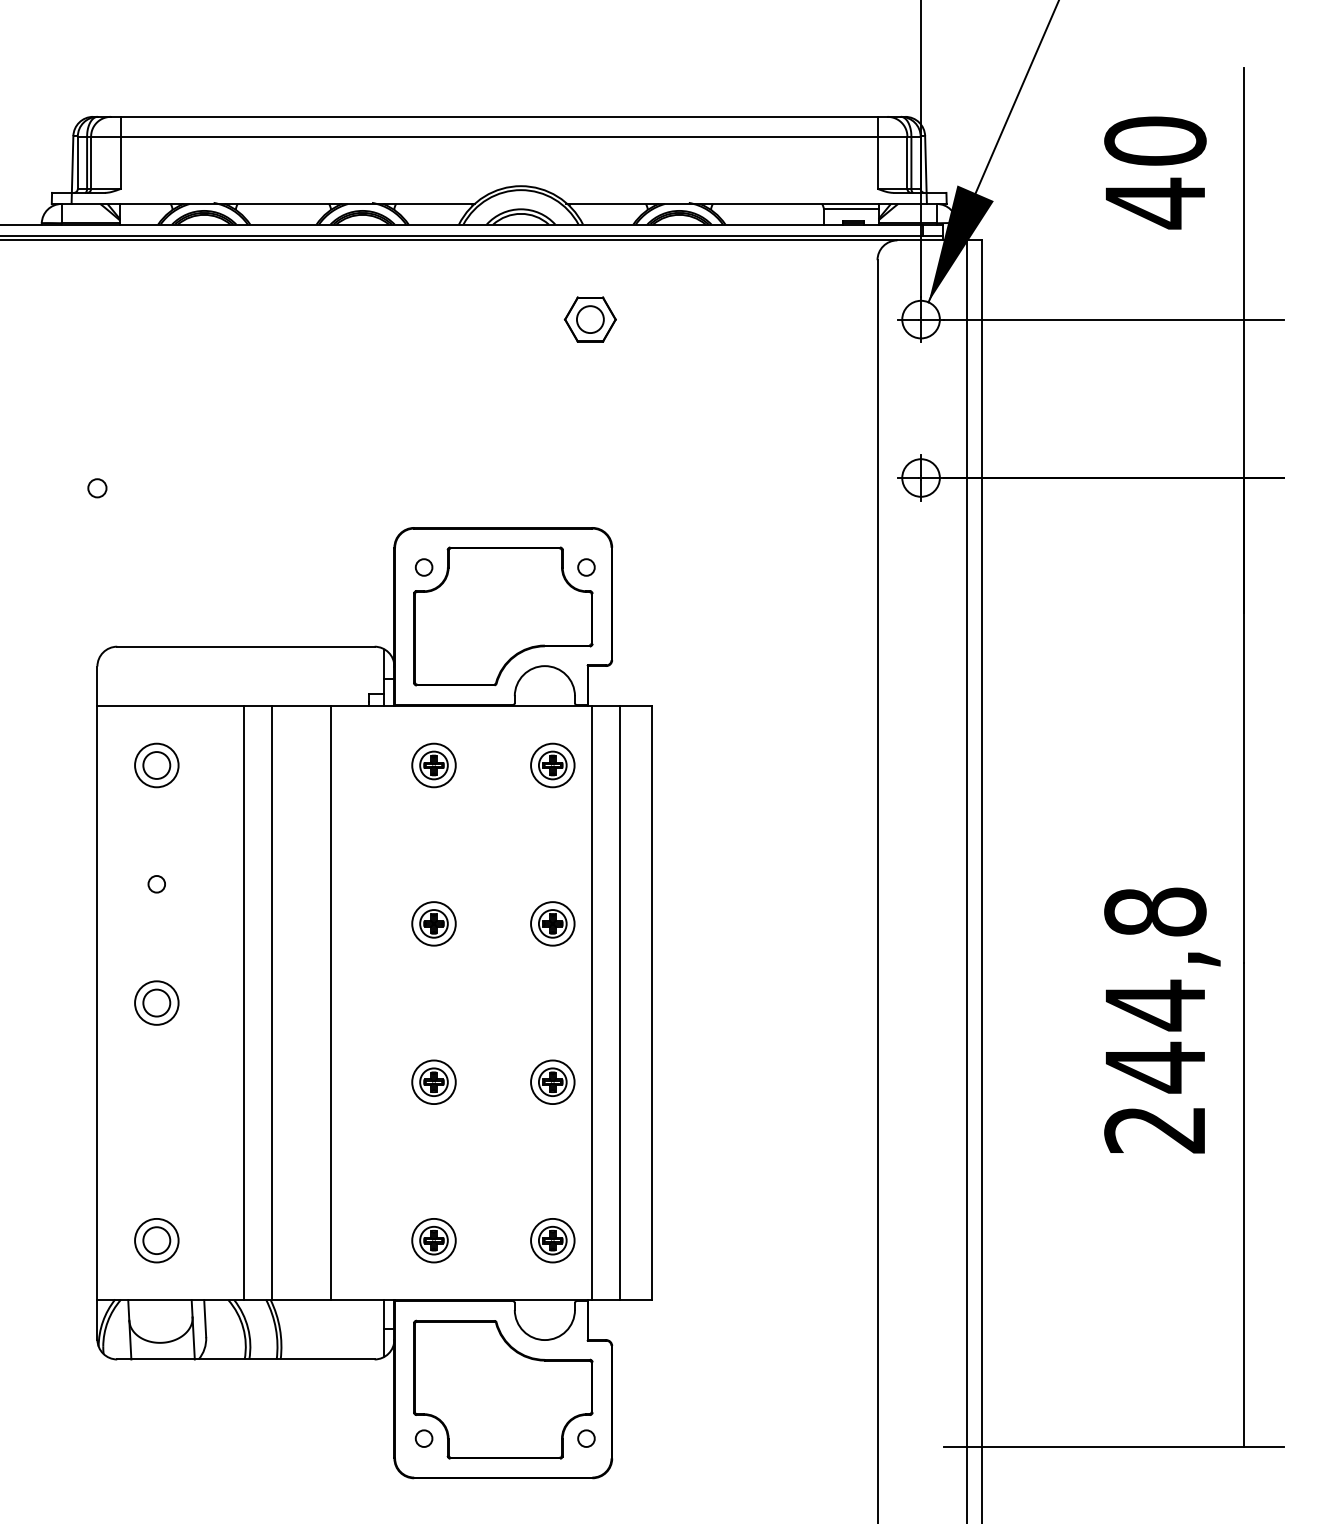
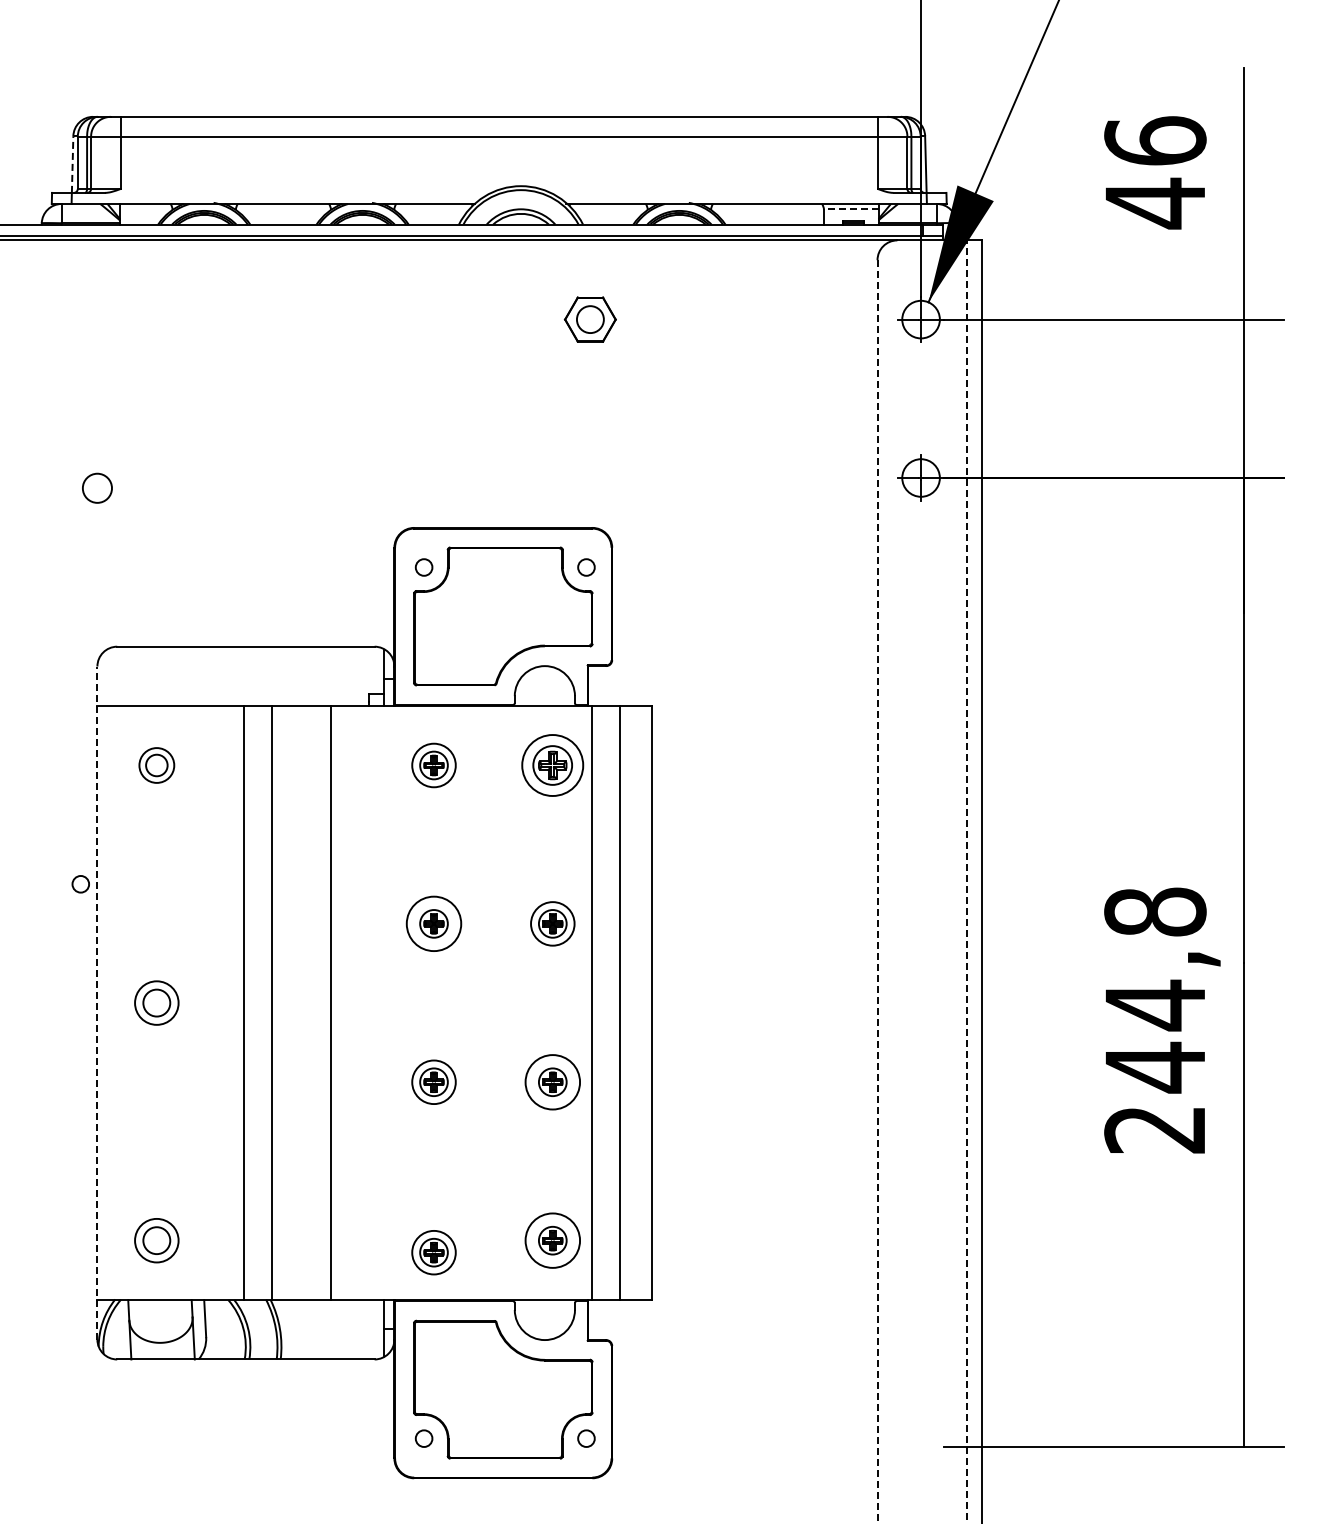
text at (1155, 140): 40 -> 46
line at (72, 164): solid -> dashed
line at (850, 209): solid -> dashed
circle at (97, 488) diameter: 18 px -> 29 px
part at (156, 765) size: 46x47 px -> 38x37 px
part at (552, 765) size: 46x47 px -> 64x63 px
line at (966, 881): solid -> dashed
circle at (156, 884) position: (156, 884) -> (80, 884)
line at (877, 892): solid -> dashed
circle at (433, 923) diameter: 44 px -> 54 px
line at (97, 1003): solid -> dashed
circle at (552, 1082) diameter: 44 px -> 54 px
part at (433, 1240) position: (433, 1240) -> (433, 1252)
circle at (552, 1240) diameter: 44 px -> 54 px
